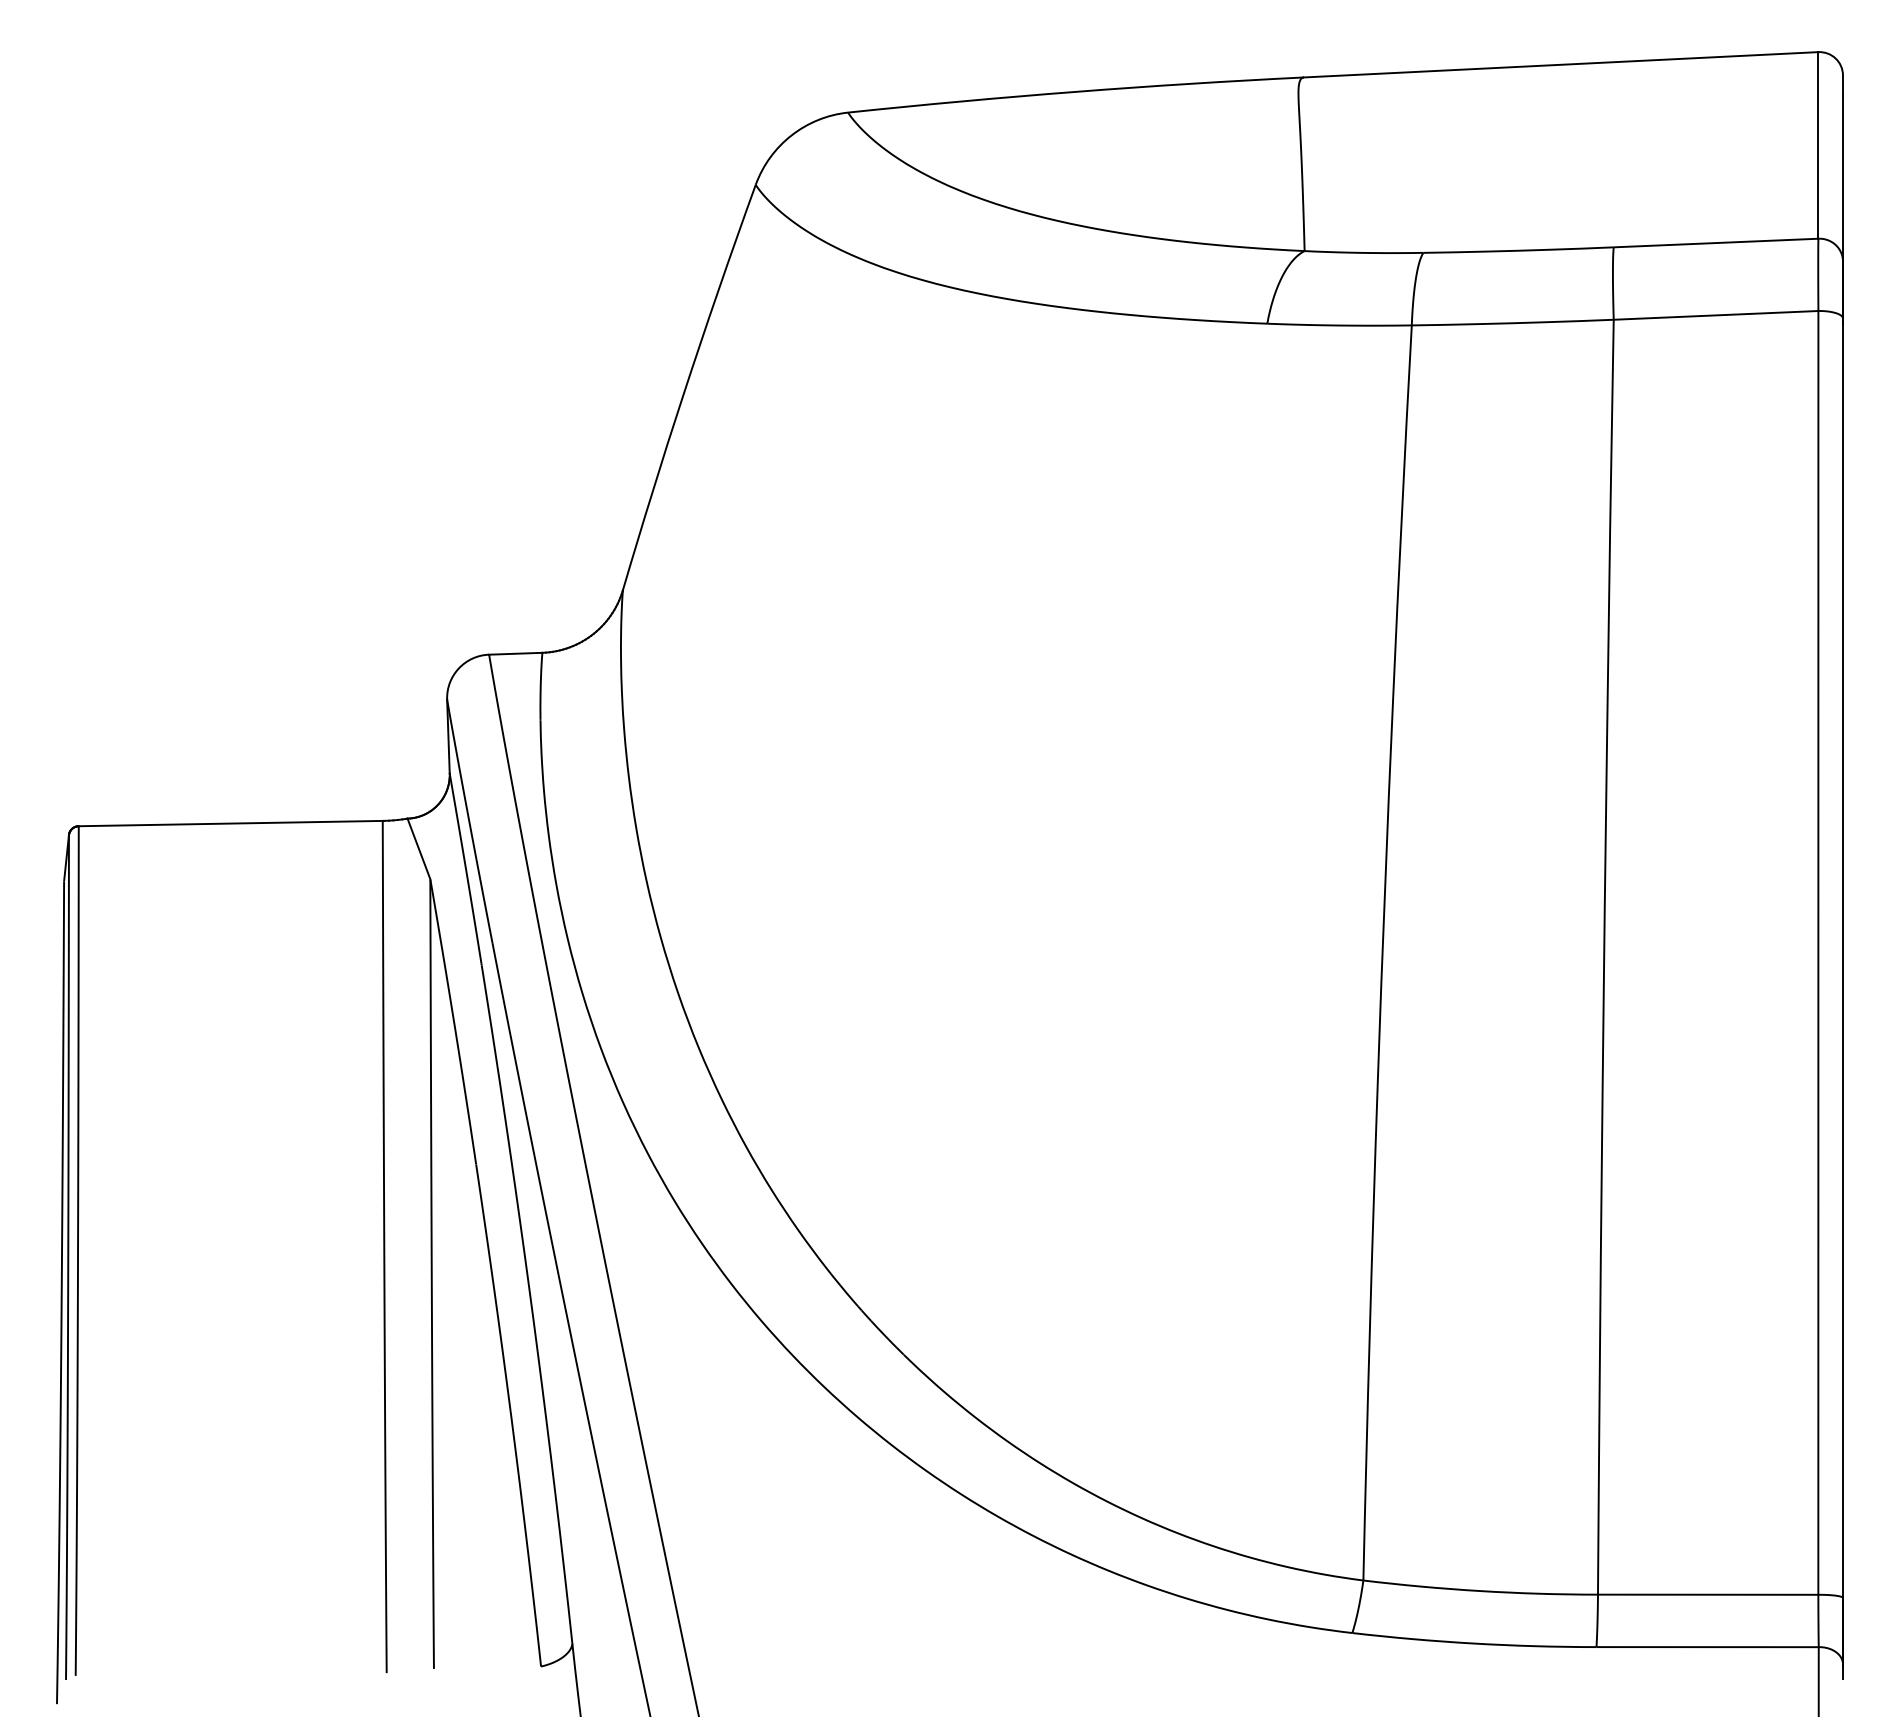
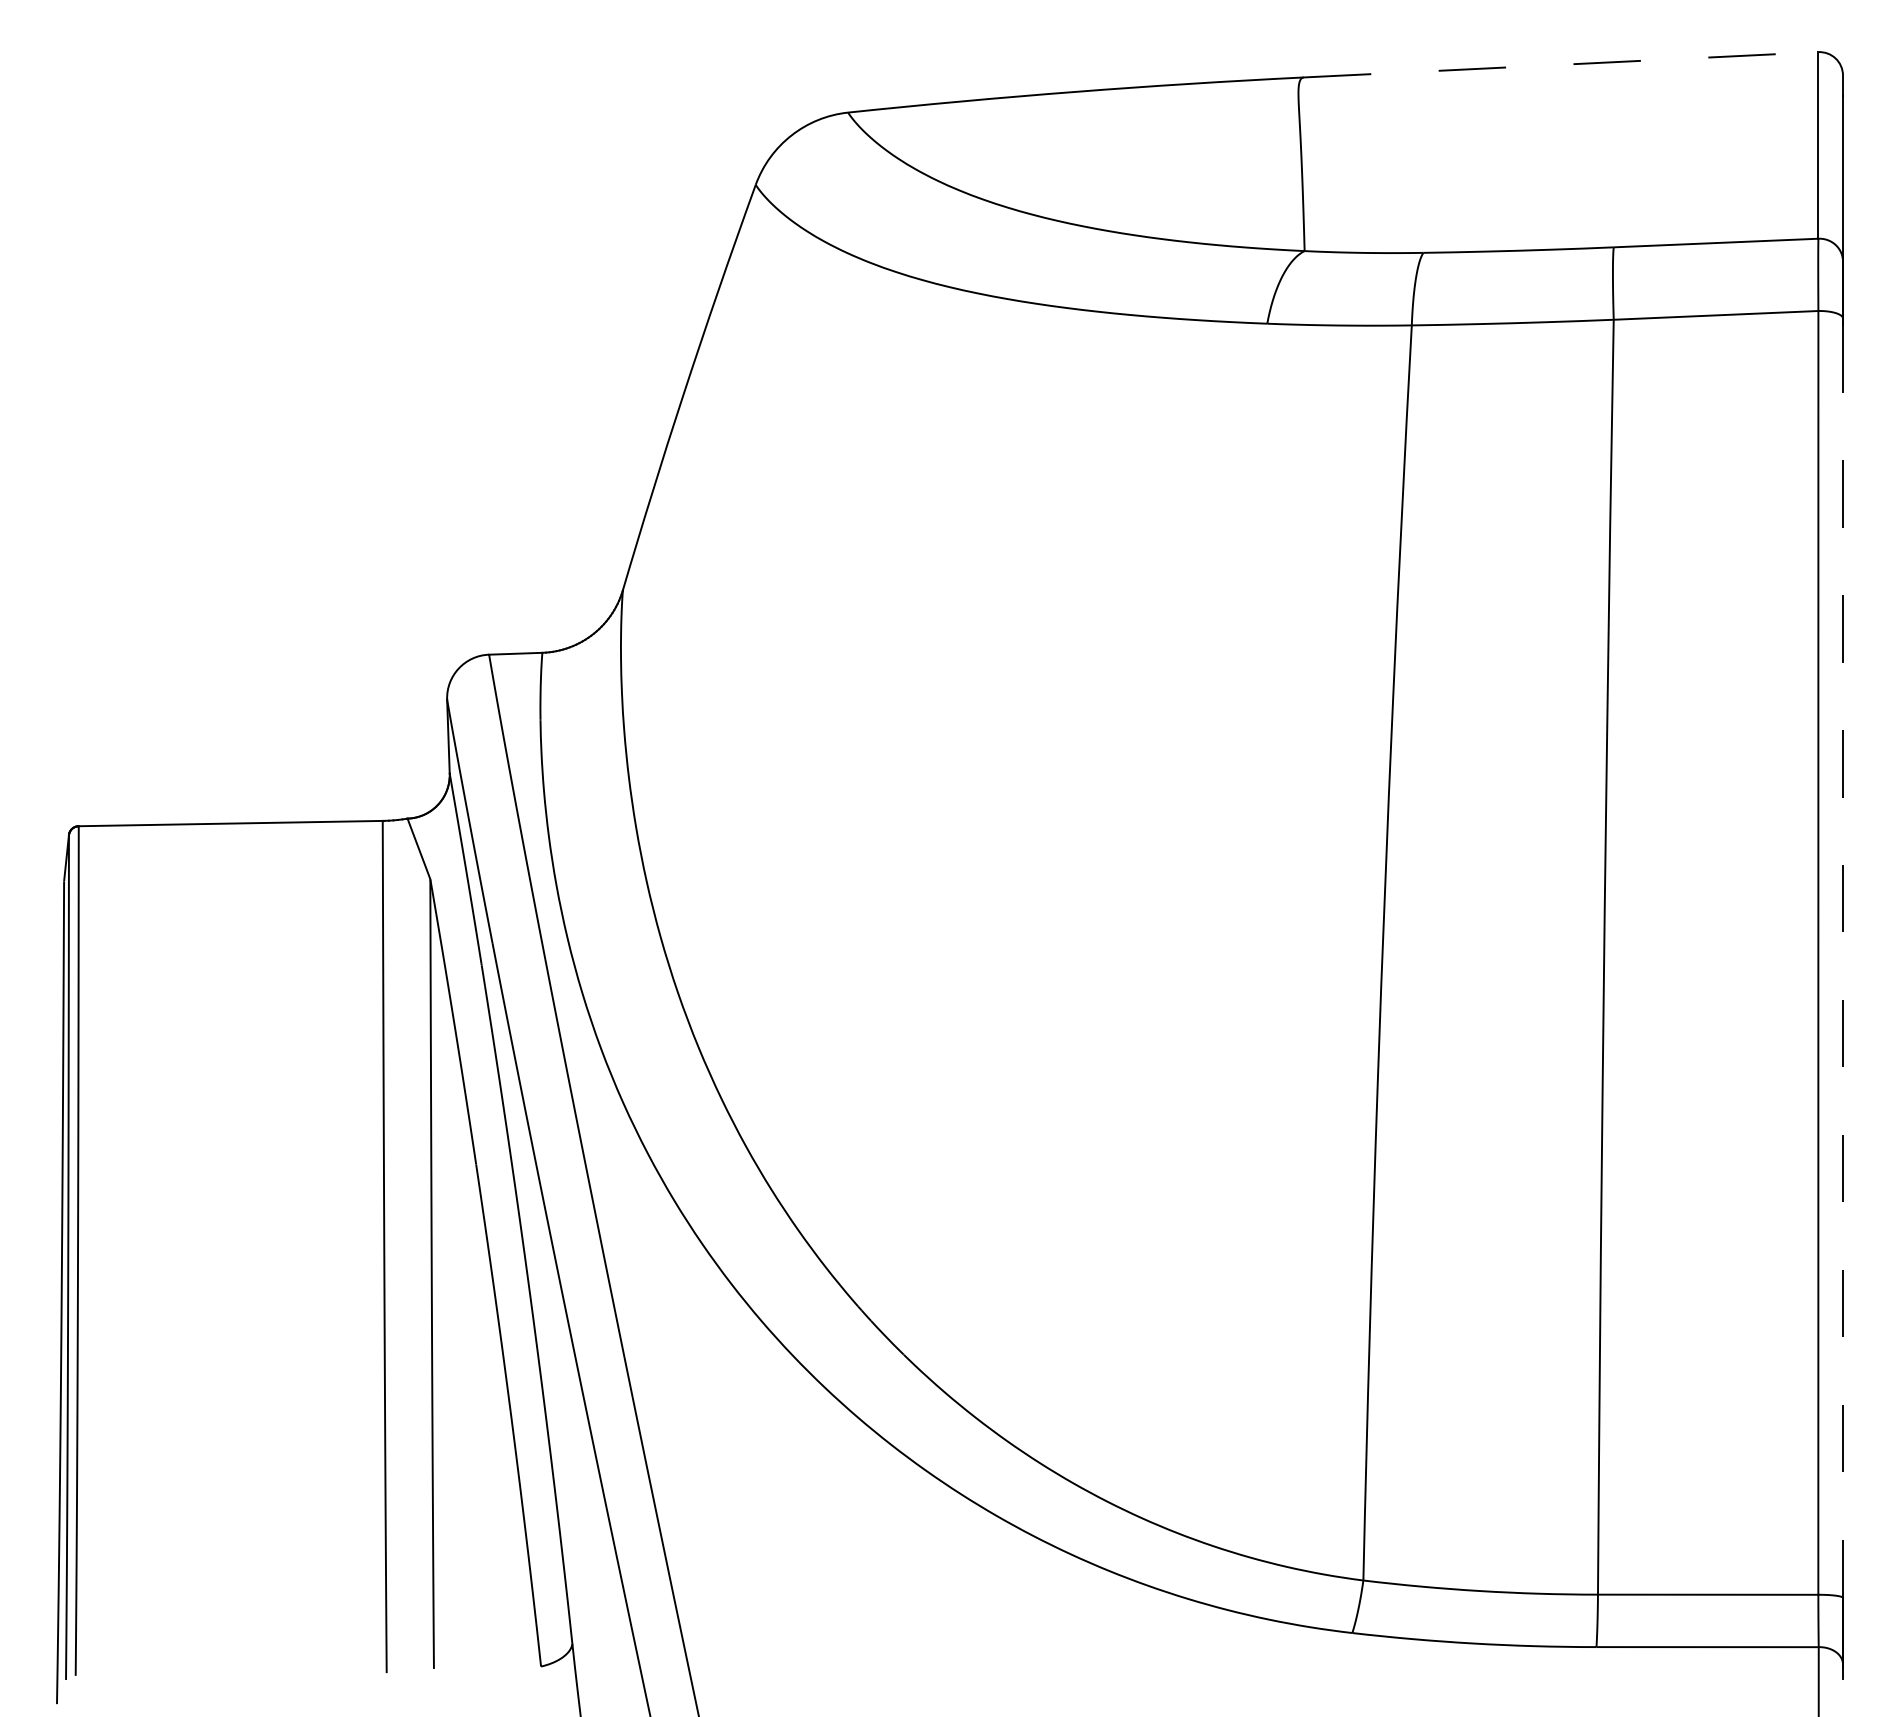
line at (1561, 64): solid -> dashed
line at (1843, 962): solid -> dashed
